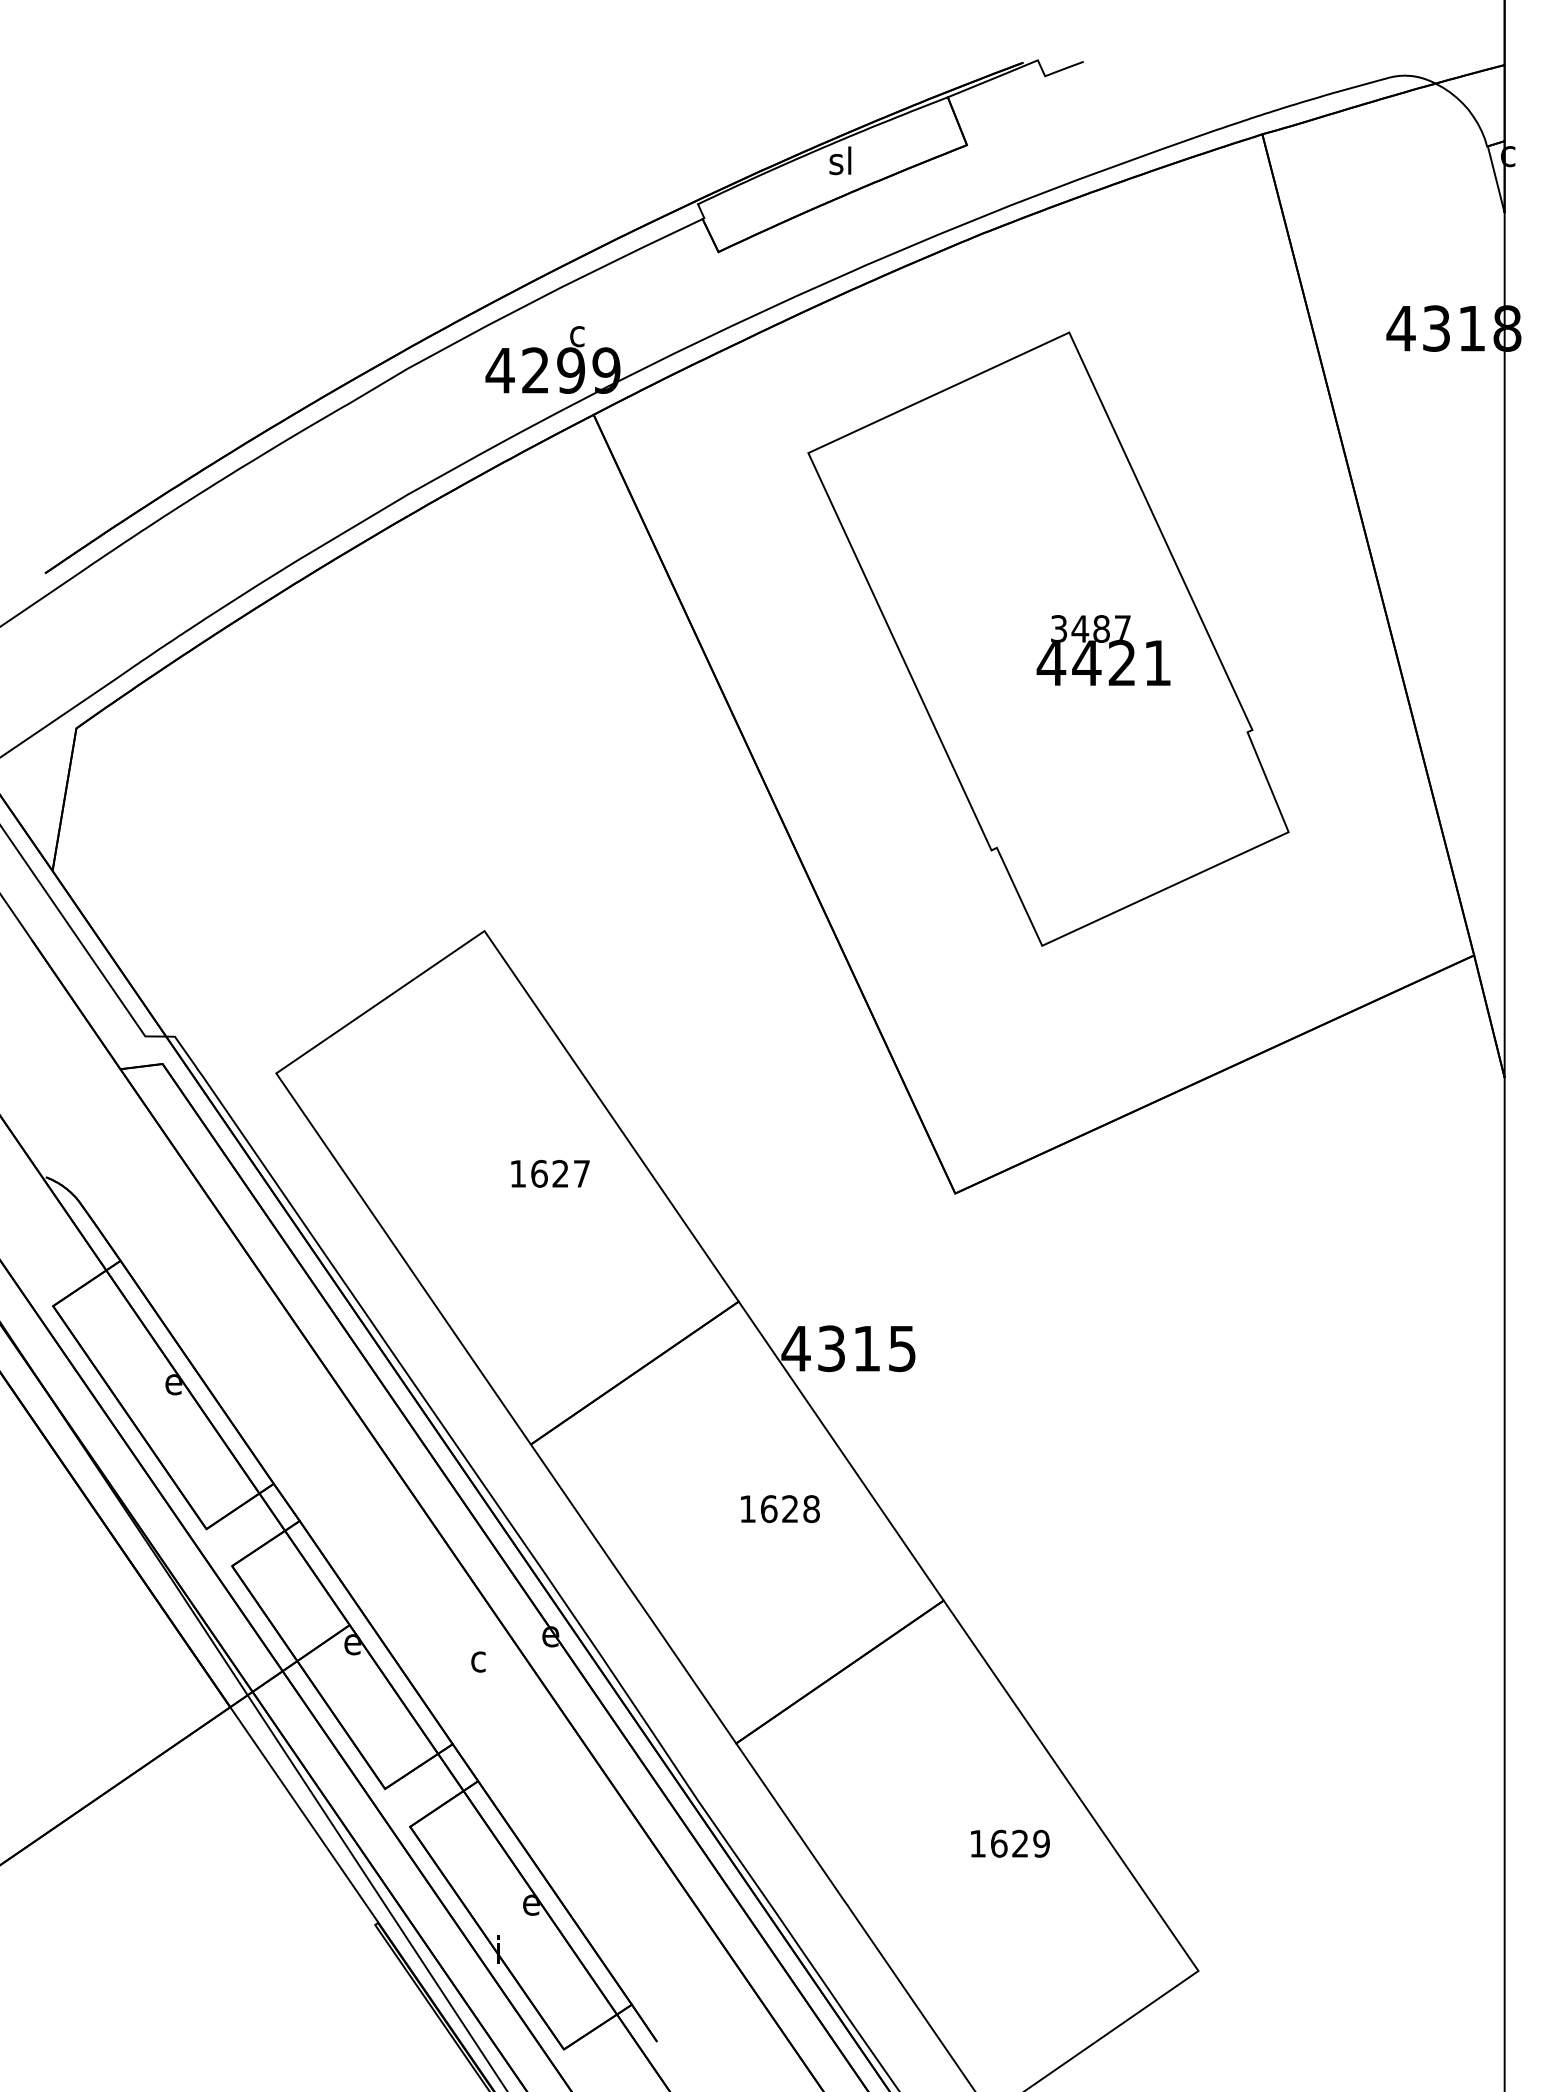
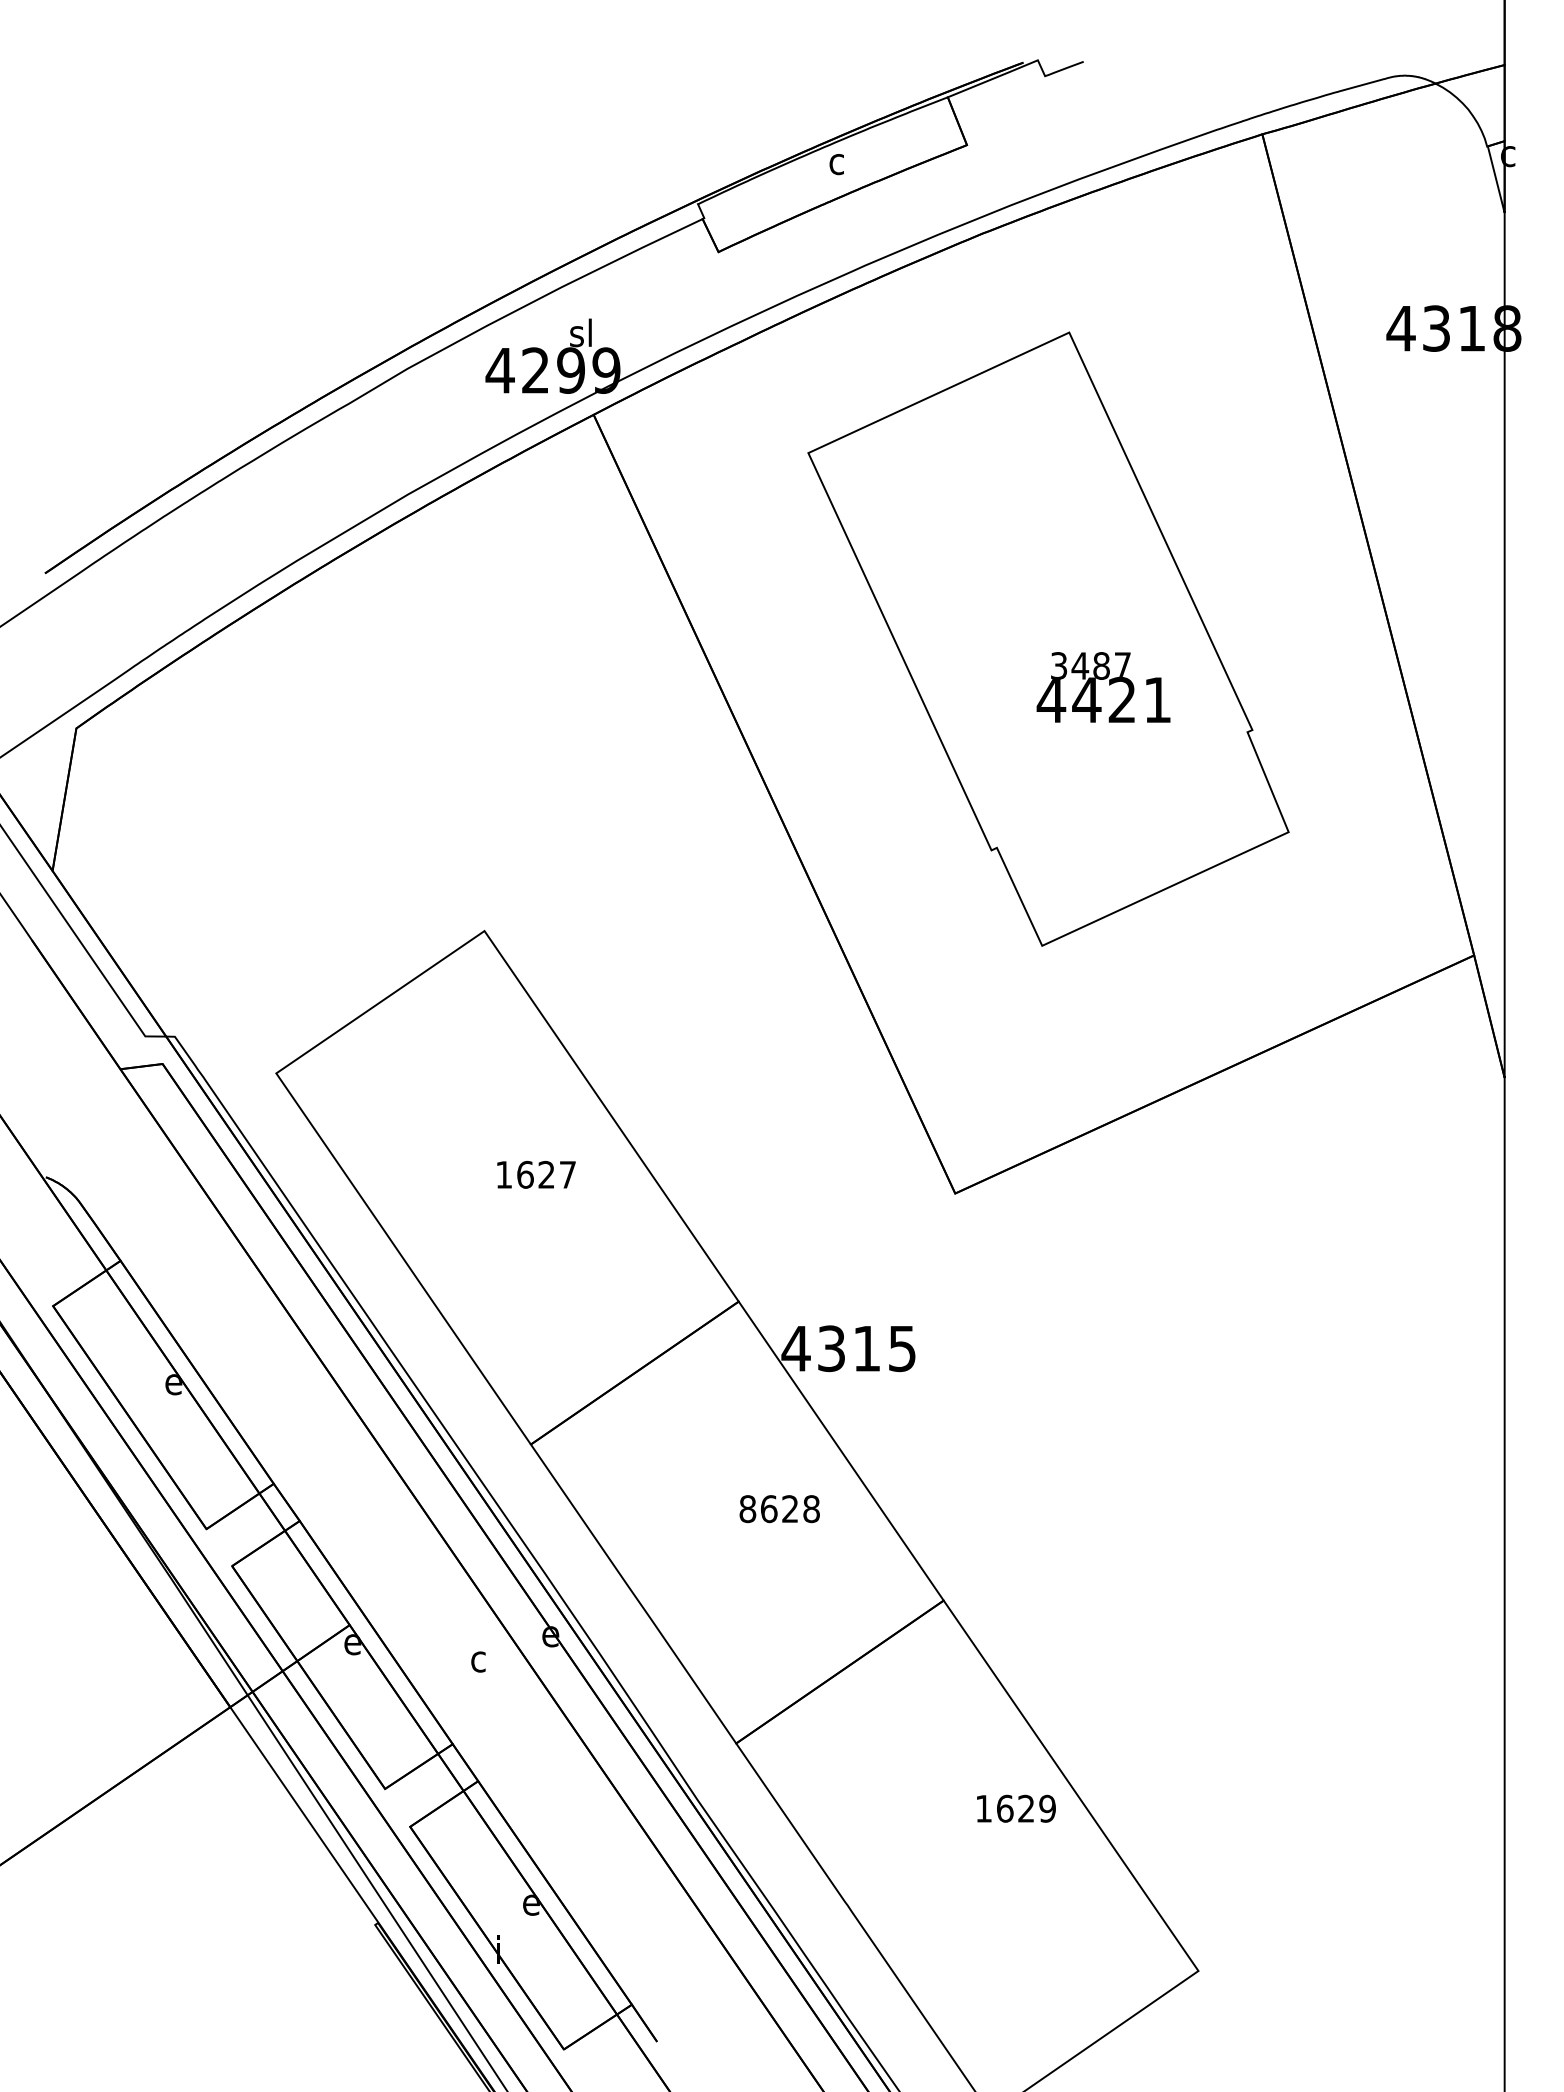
text at (840, 160): sl -> c
text at (580, 332): c -> sl
text at (1103, 650) position: (1103, 650) -> (1103, 687)
text at (550, 1173) position: (550, 1173) -> (536, 1174)
text at (747, 1509): 1628 -> 8628
text at (1010, 1843) position: (1010, 1843) -> (1016, 1808)
